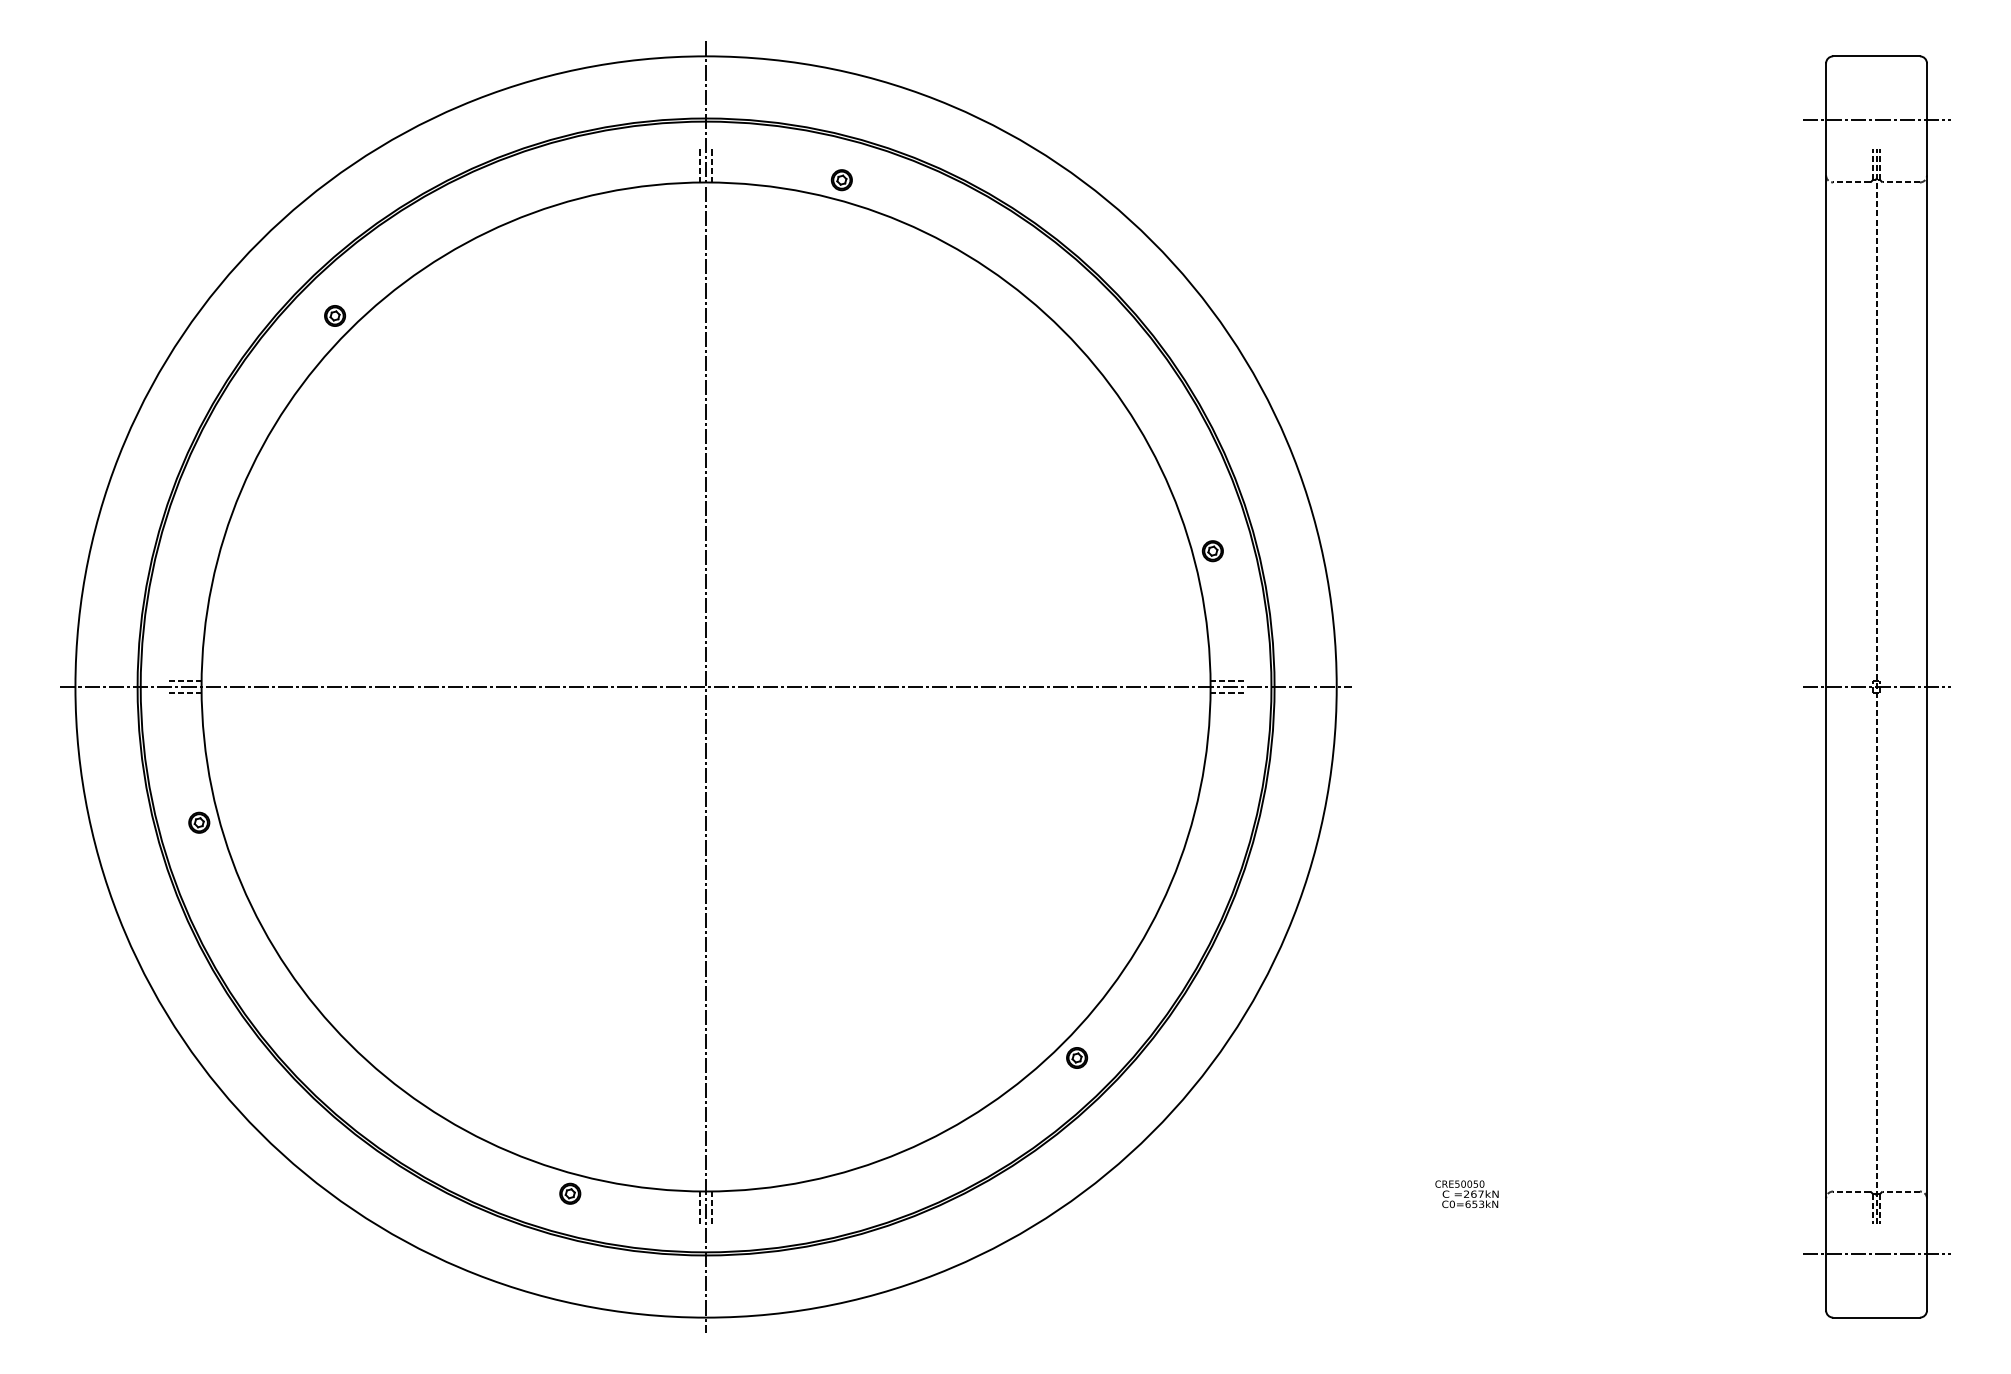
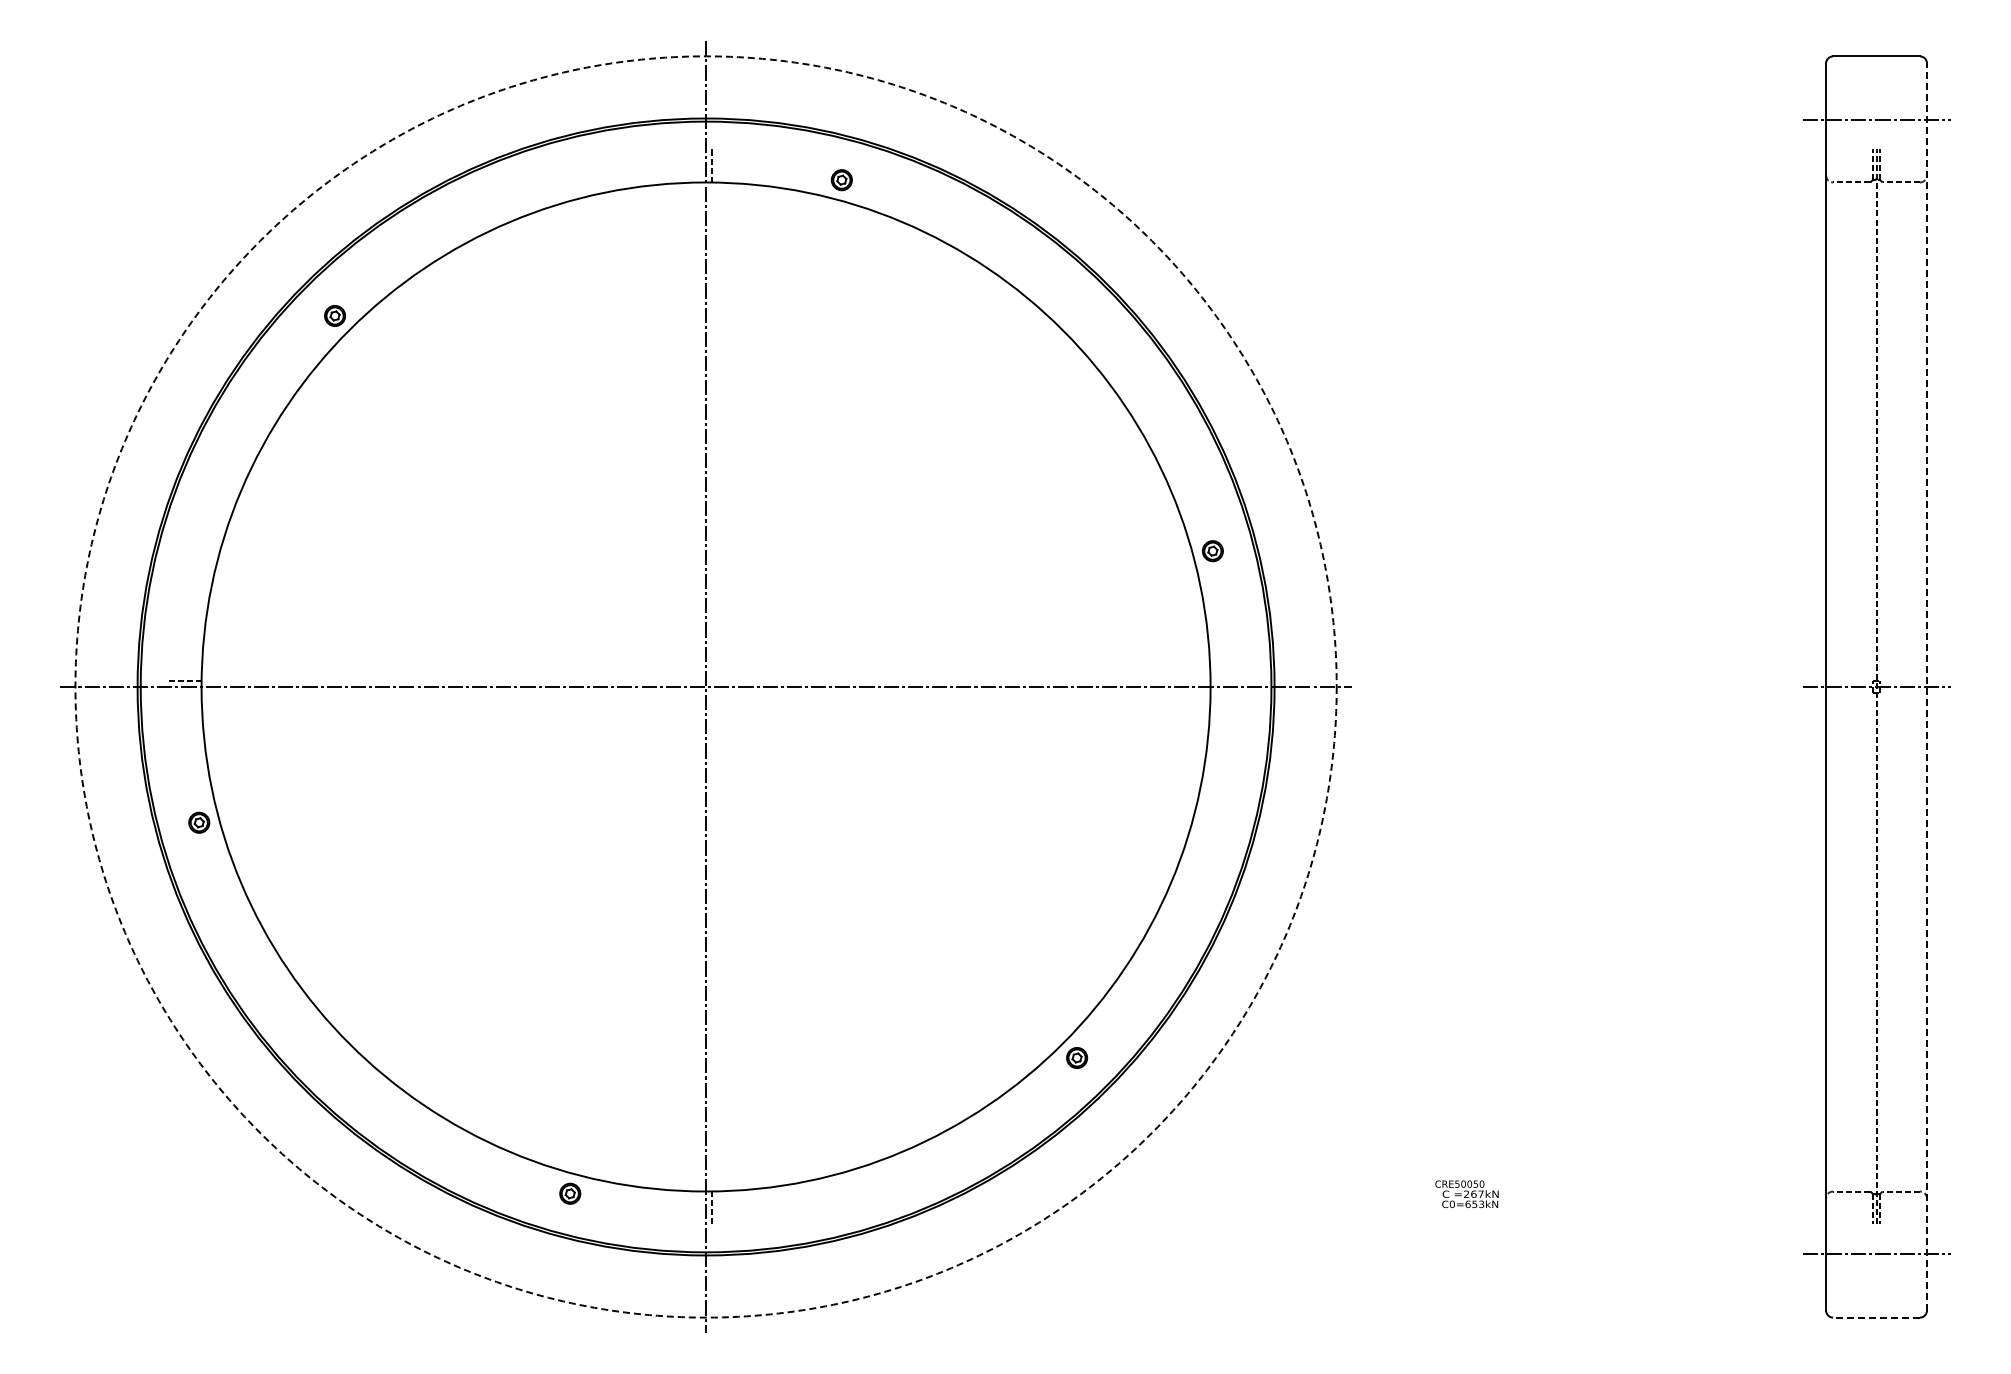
line at (700, 165): present -> none
line at (1226, 680): present -> none
circle at (705, 686): solid -> dashed
line at (1926, 686): solid -> dashed
line at (184, 693): present -> none
line at (1226, 693): present -> none
line at (700, 1207): present -> none
line at (1876, 1317): solid -> dashed
